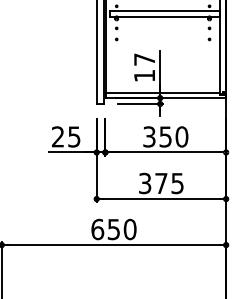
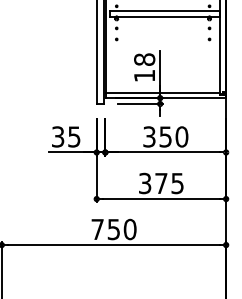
text at (144, 59): 17 -> 18
text at (58, 136): 25 -> 35
text at (97, 229): 650 -> 750
